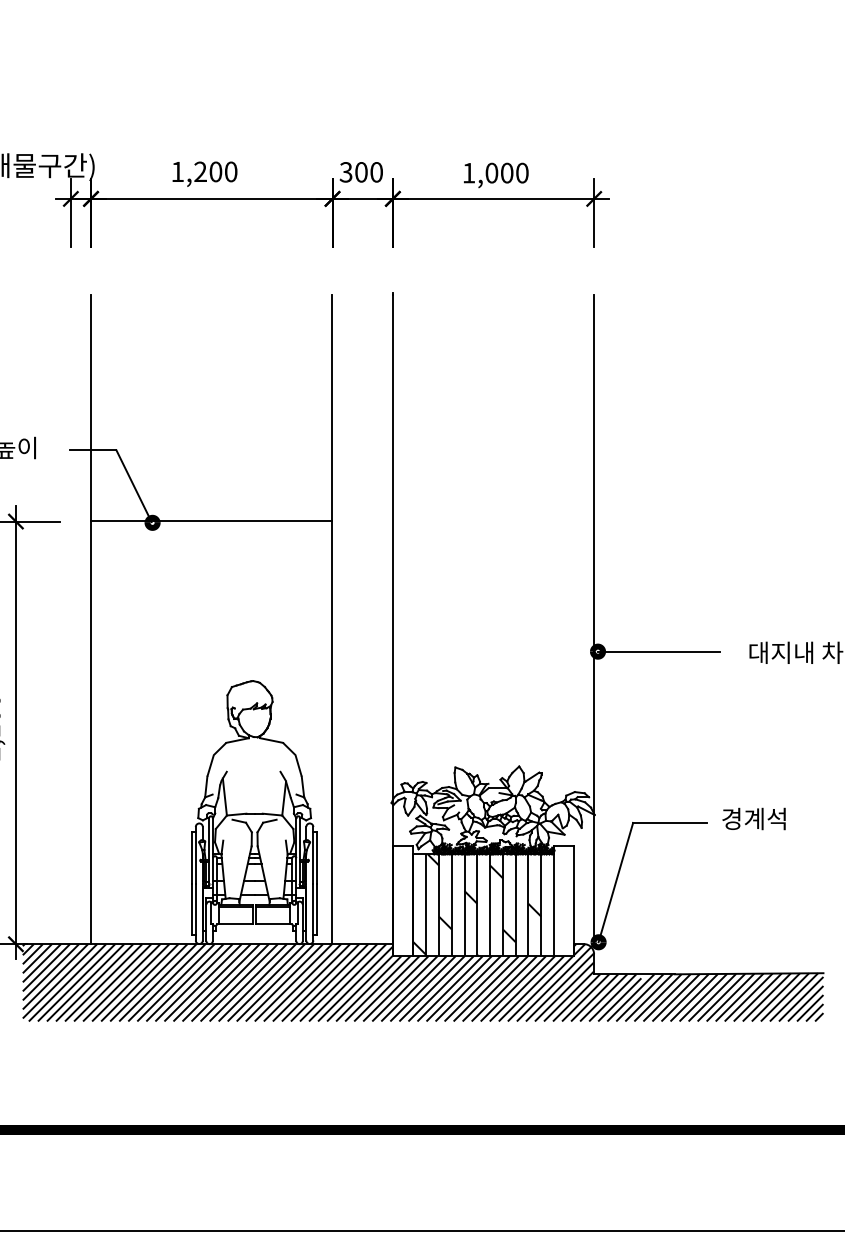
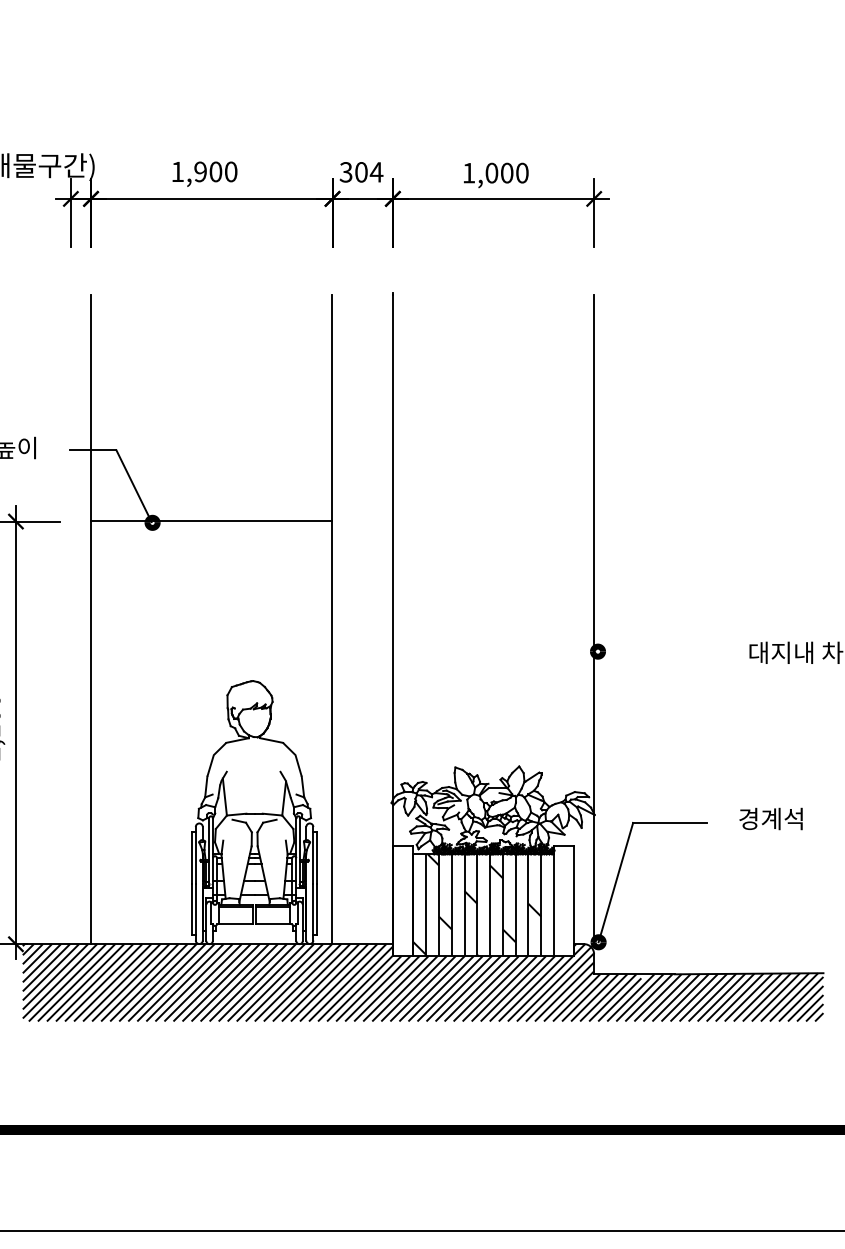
text at (200, 172): 1,200 -> 1,900
text at (376, 172): 300 -> 304
line at (659, 651): present -> none
text at (753, 818) position: (753, 818) -> (770, 818)
